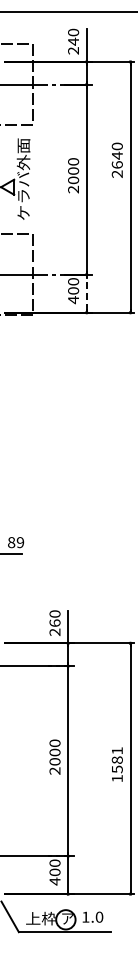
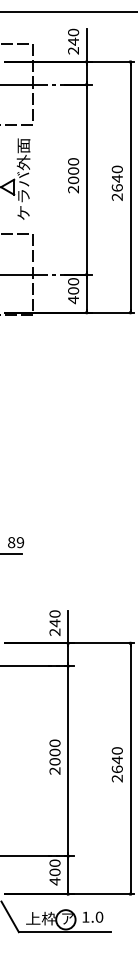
text at (116, 159) position: (116, 159) -> (116, 182)
line at (86, 293): dashed -> solid
text at (54, 623): 260 -> 240
text at (116, 764): 1581 -> 2640
